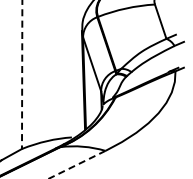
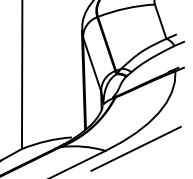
line at (22, 75): dashed -> solid
line at (135, 148): none -> present
line at (76, 164): dashed -> solid
